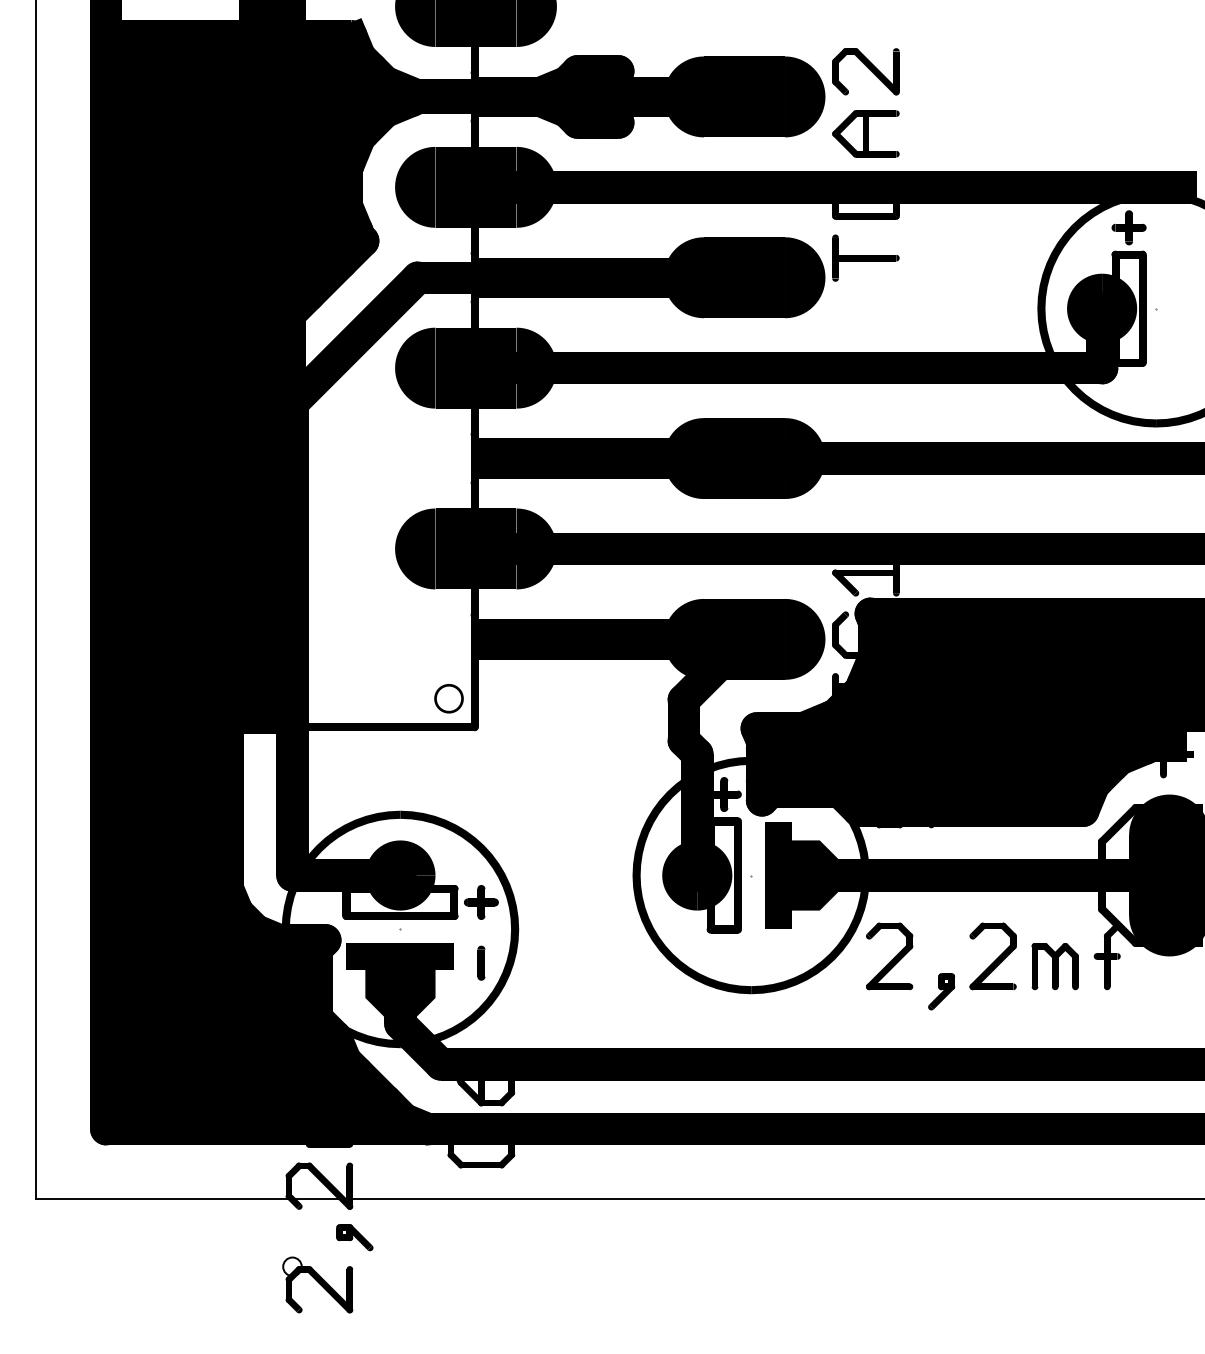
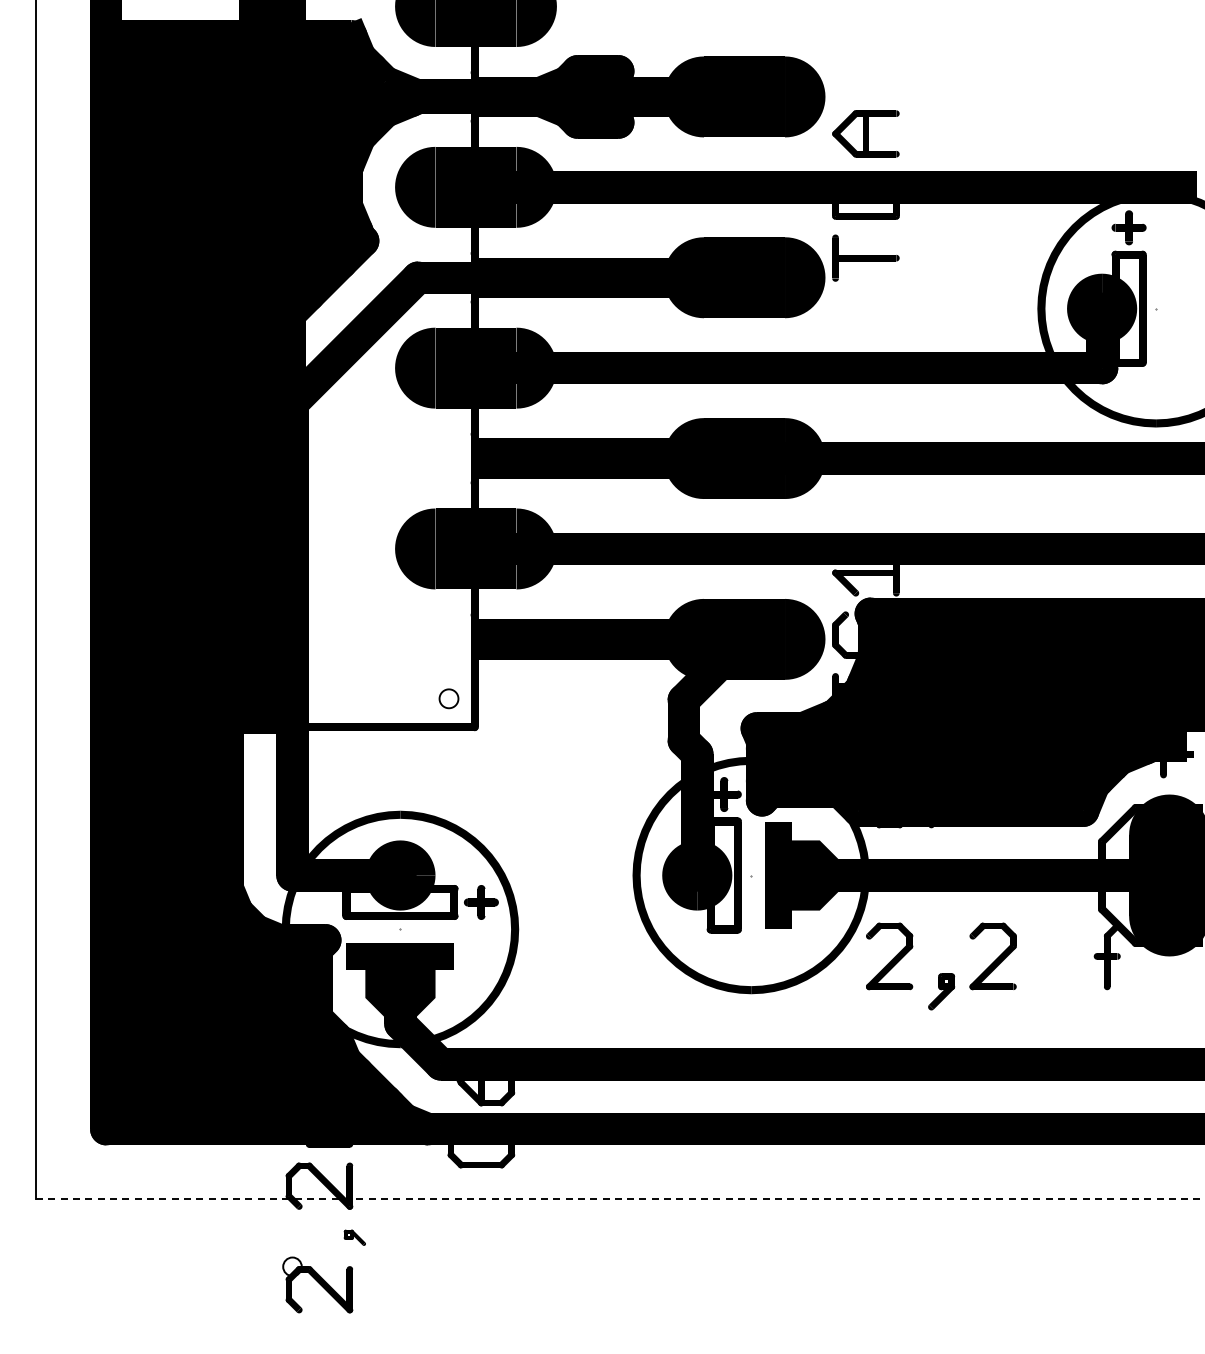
part at (865, 71): present -> none
part at (448, 698) size: 30x30 px -> 22x22 px
part at (481, 962): present -> none
part at (1054, 966): present -> none
line at (621, 1199): solid -> dashed
part at (354, 1237) size: 38x28 px -> 23x17 px
